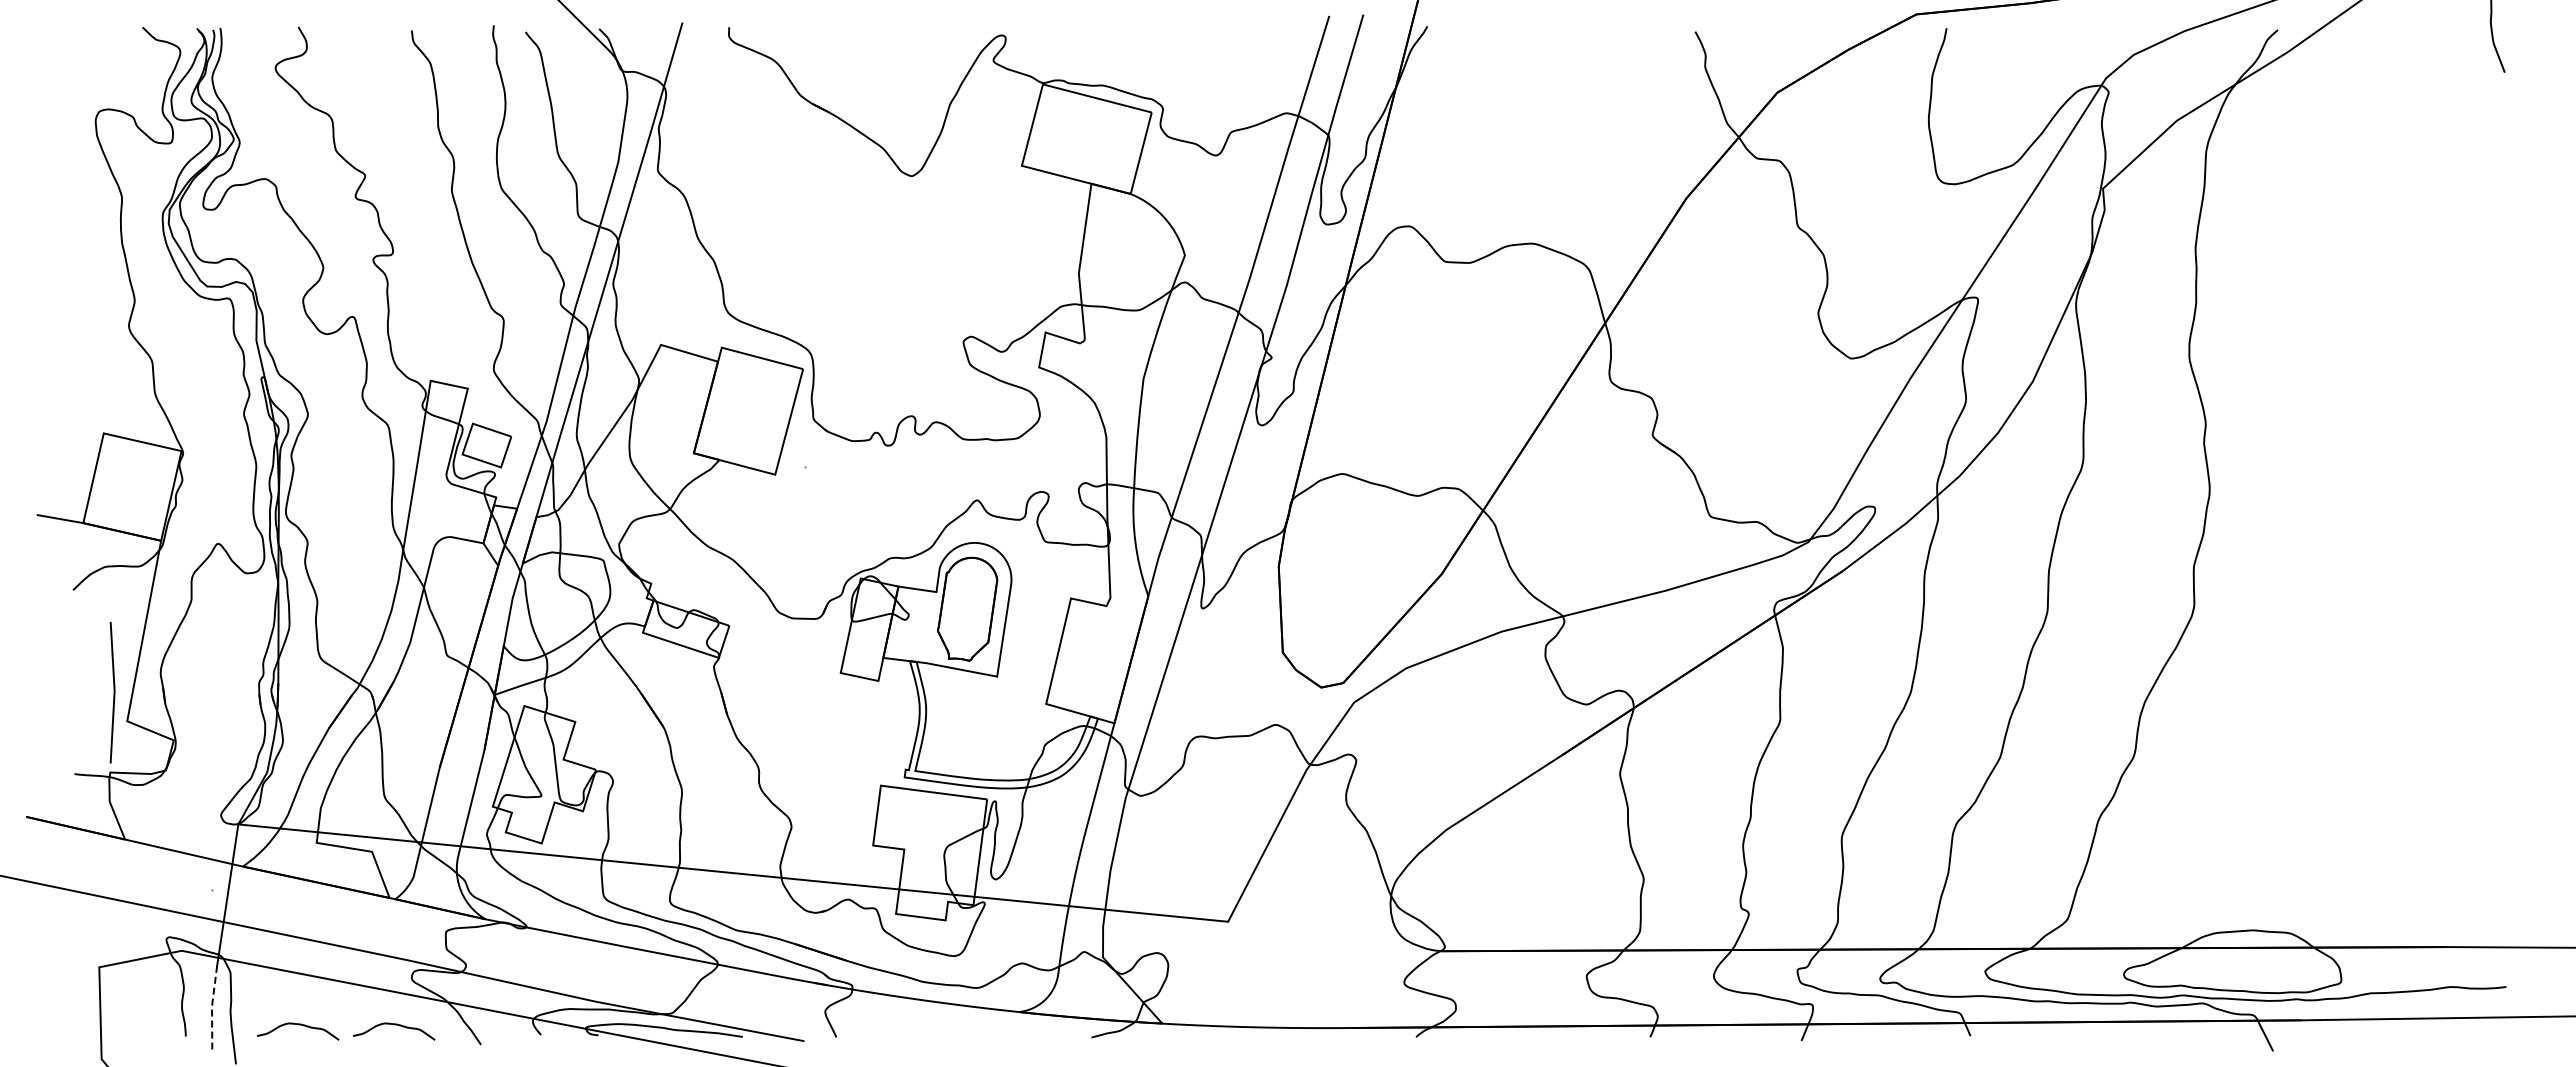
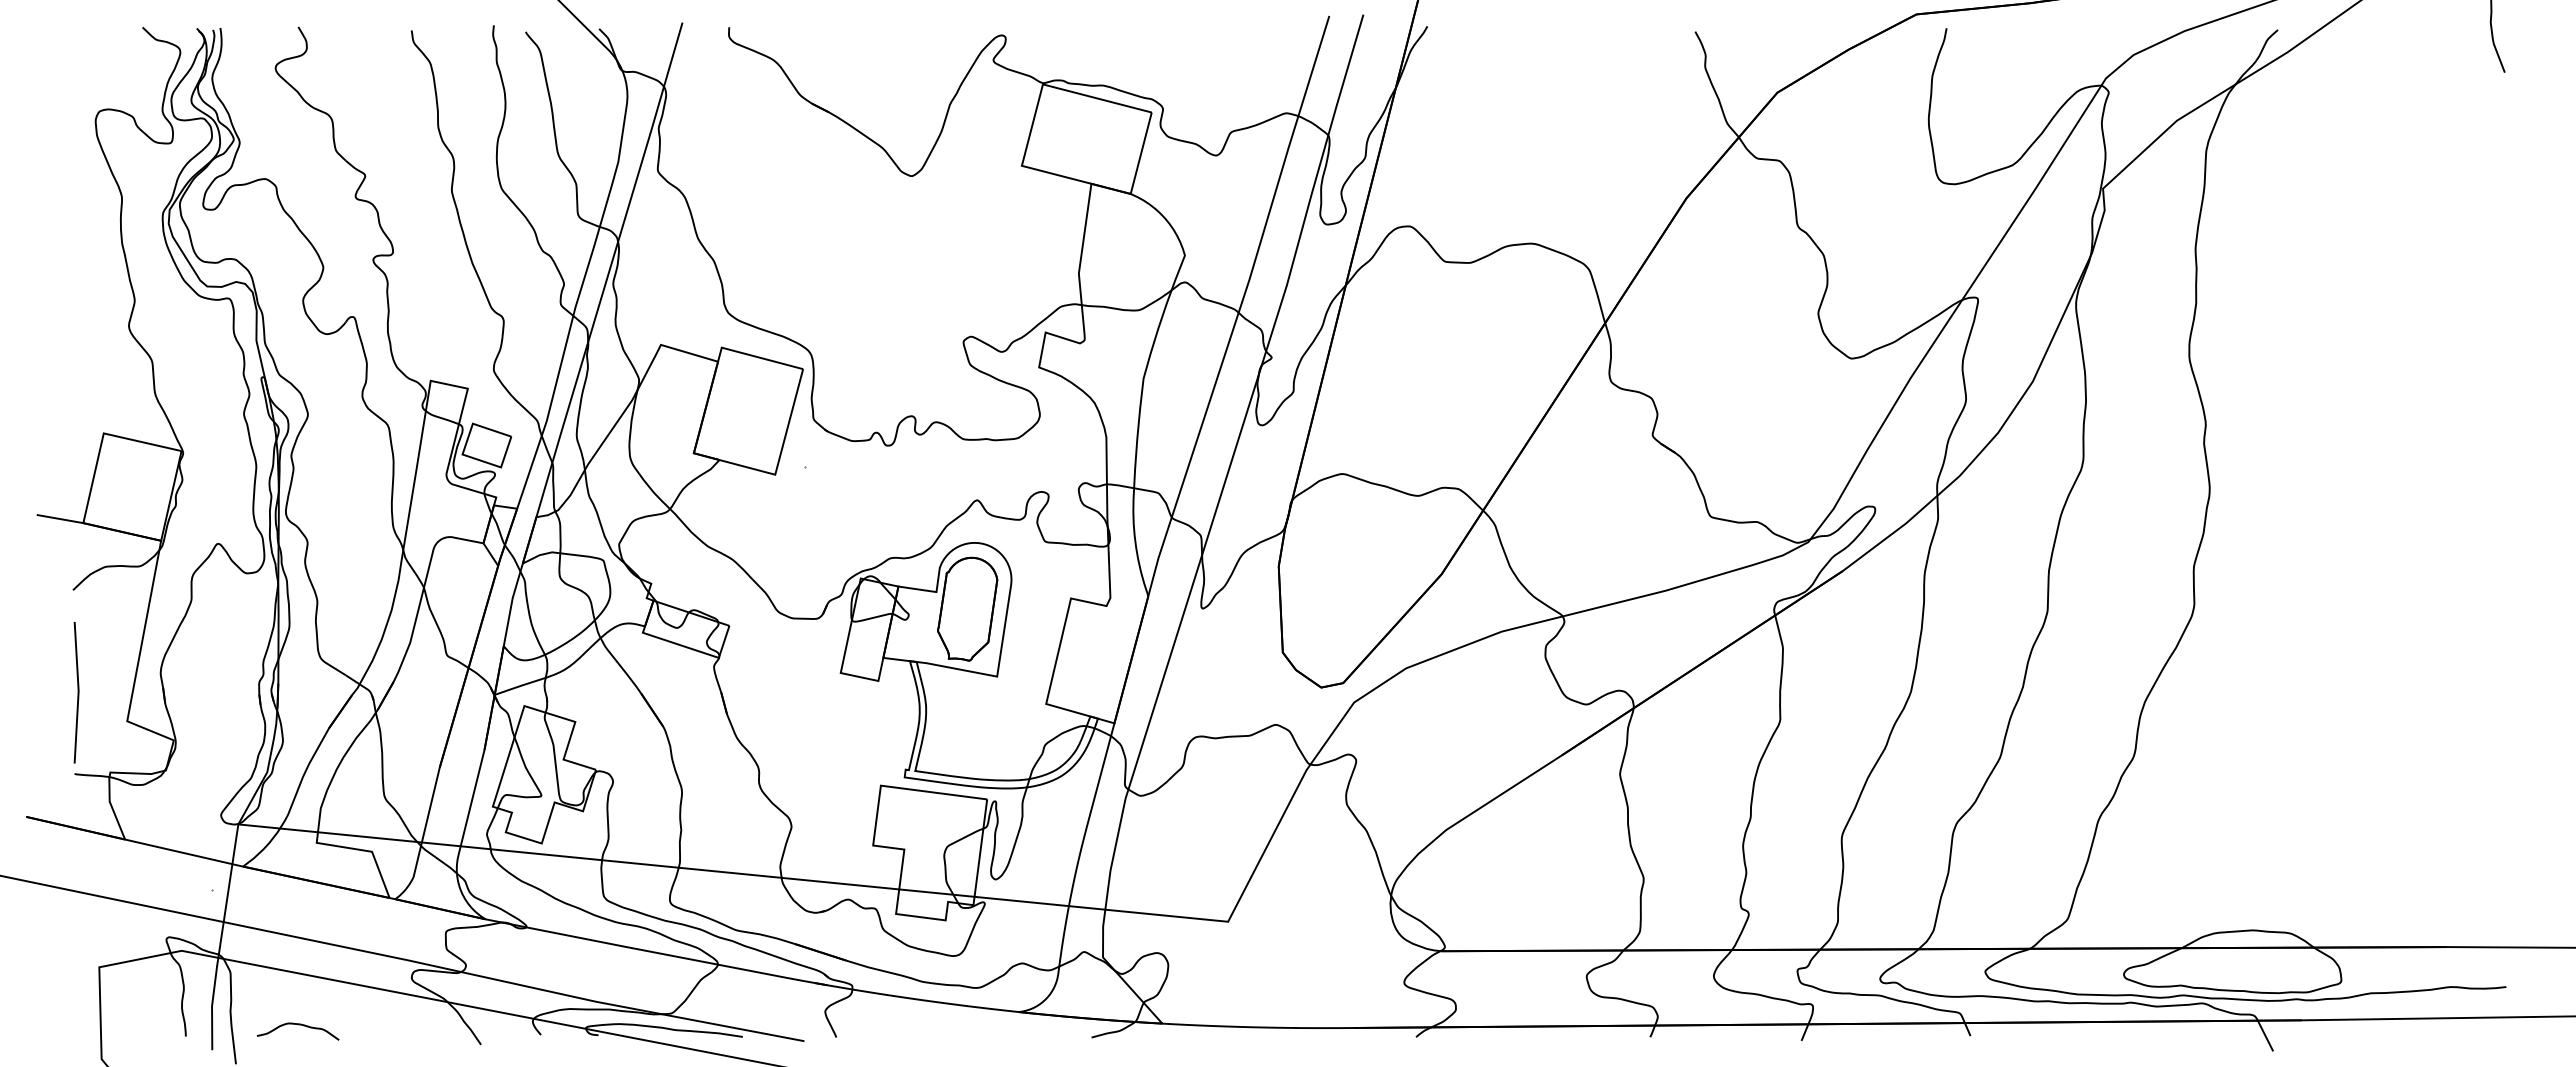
line at (113, 692) position: (113, 692) -> (77, 692)
line at (212, 1007): dashed -> solid
curve at (394, 1025): present -> none
